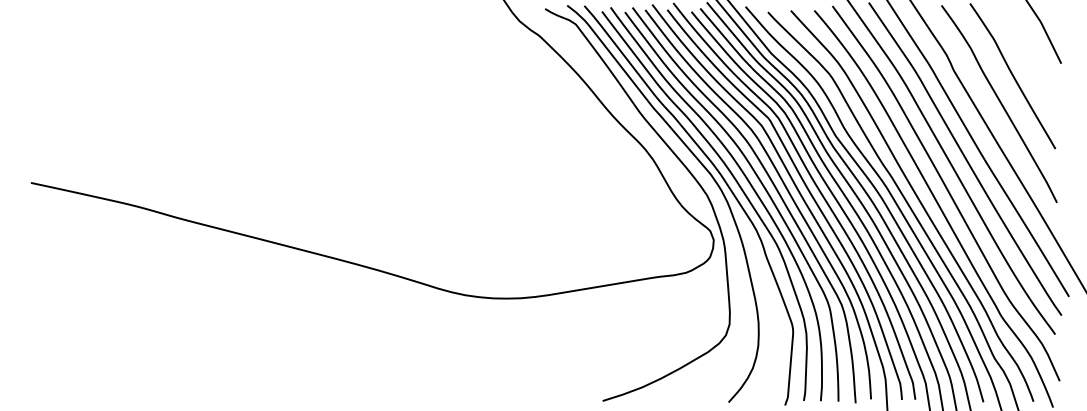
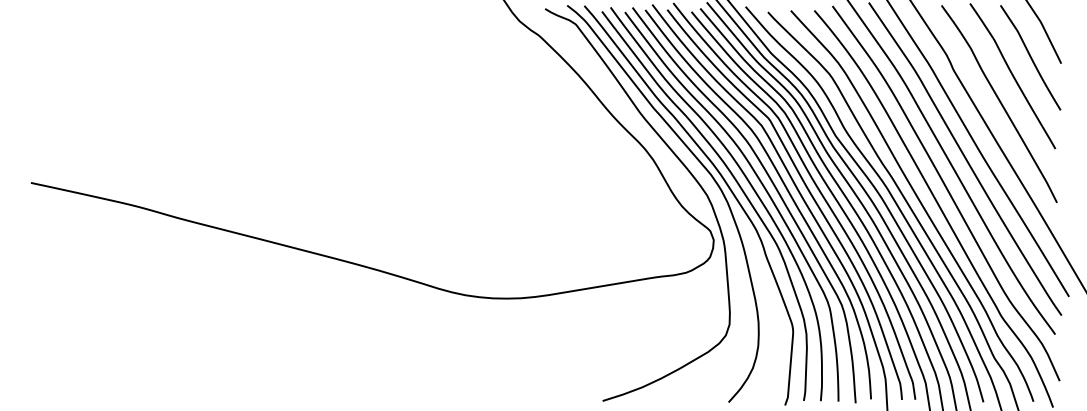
curve at (1030, 57): none -> present
